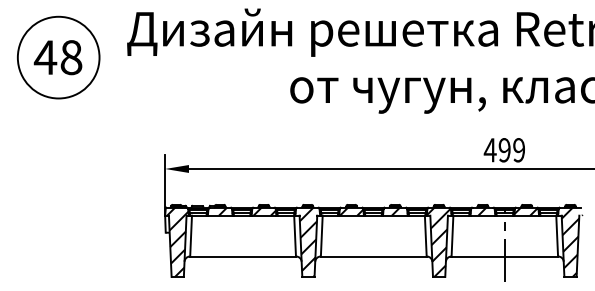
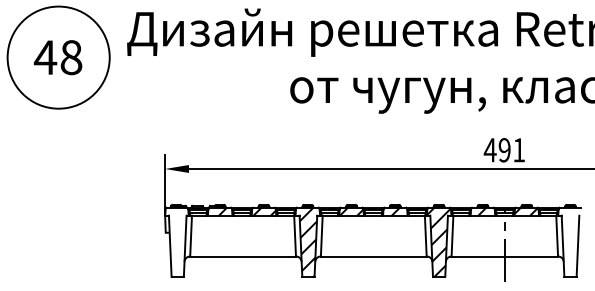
circle at (58, 57) diameter: 82 px -> 102 px
text at (518, 150): 499 -> 491
hatch at (177, 241): present -> none
hatch at (571, 241): present -> none
